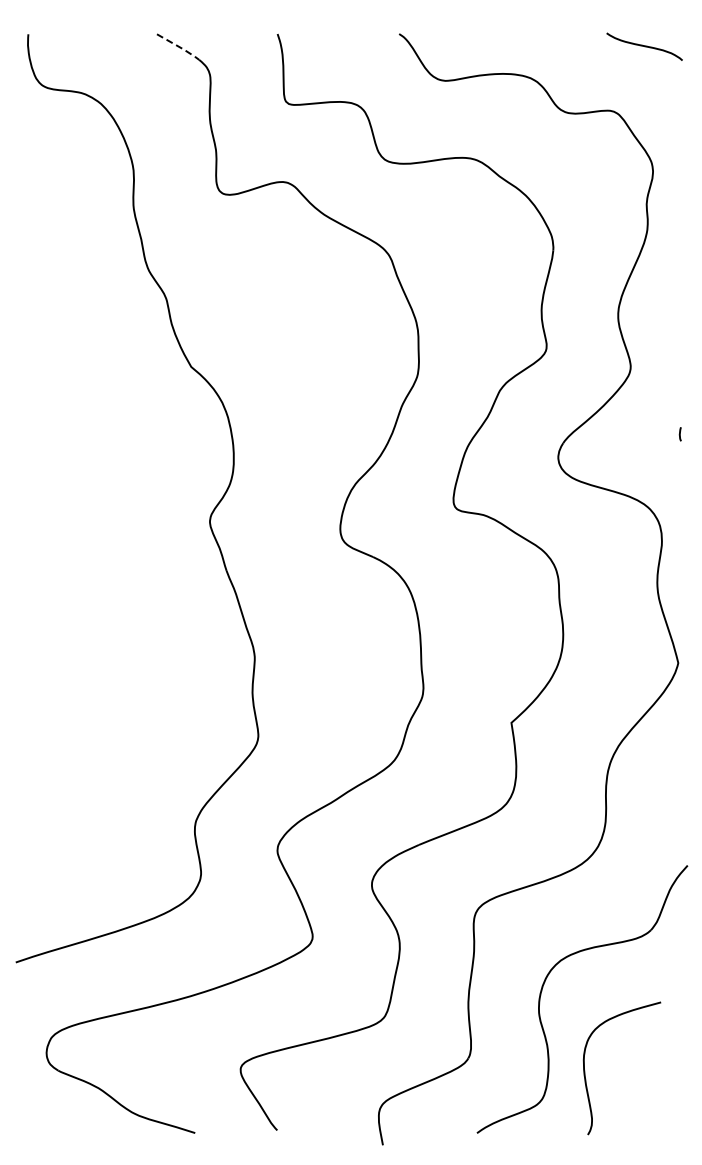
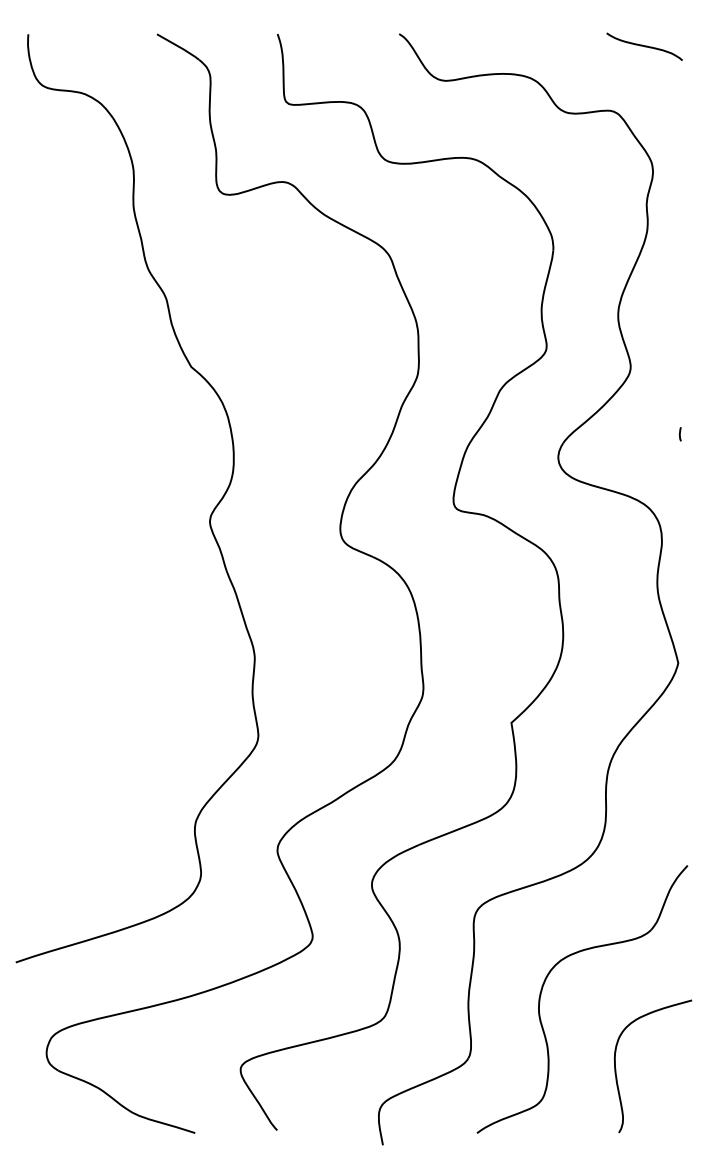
line at (180, 47): dashed -> solid
curve at (585, 1070) position: (585, 1070) -> (616, 1068)
